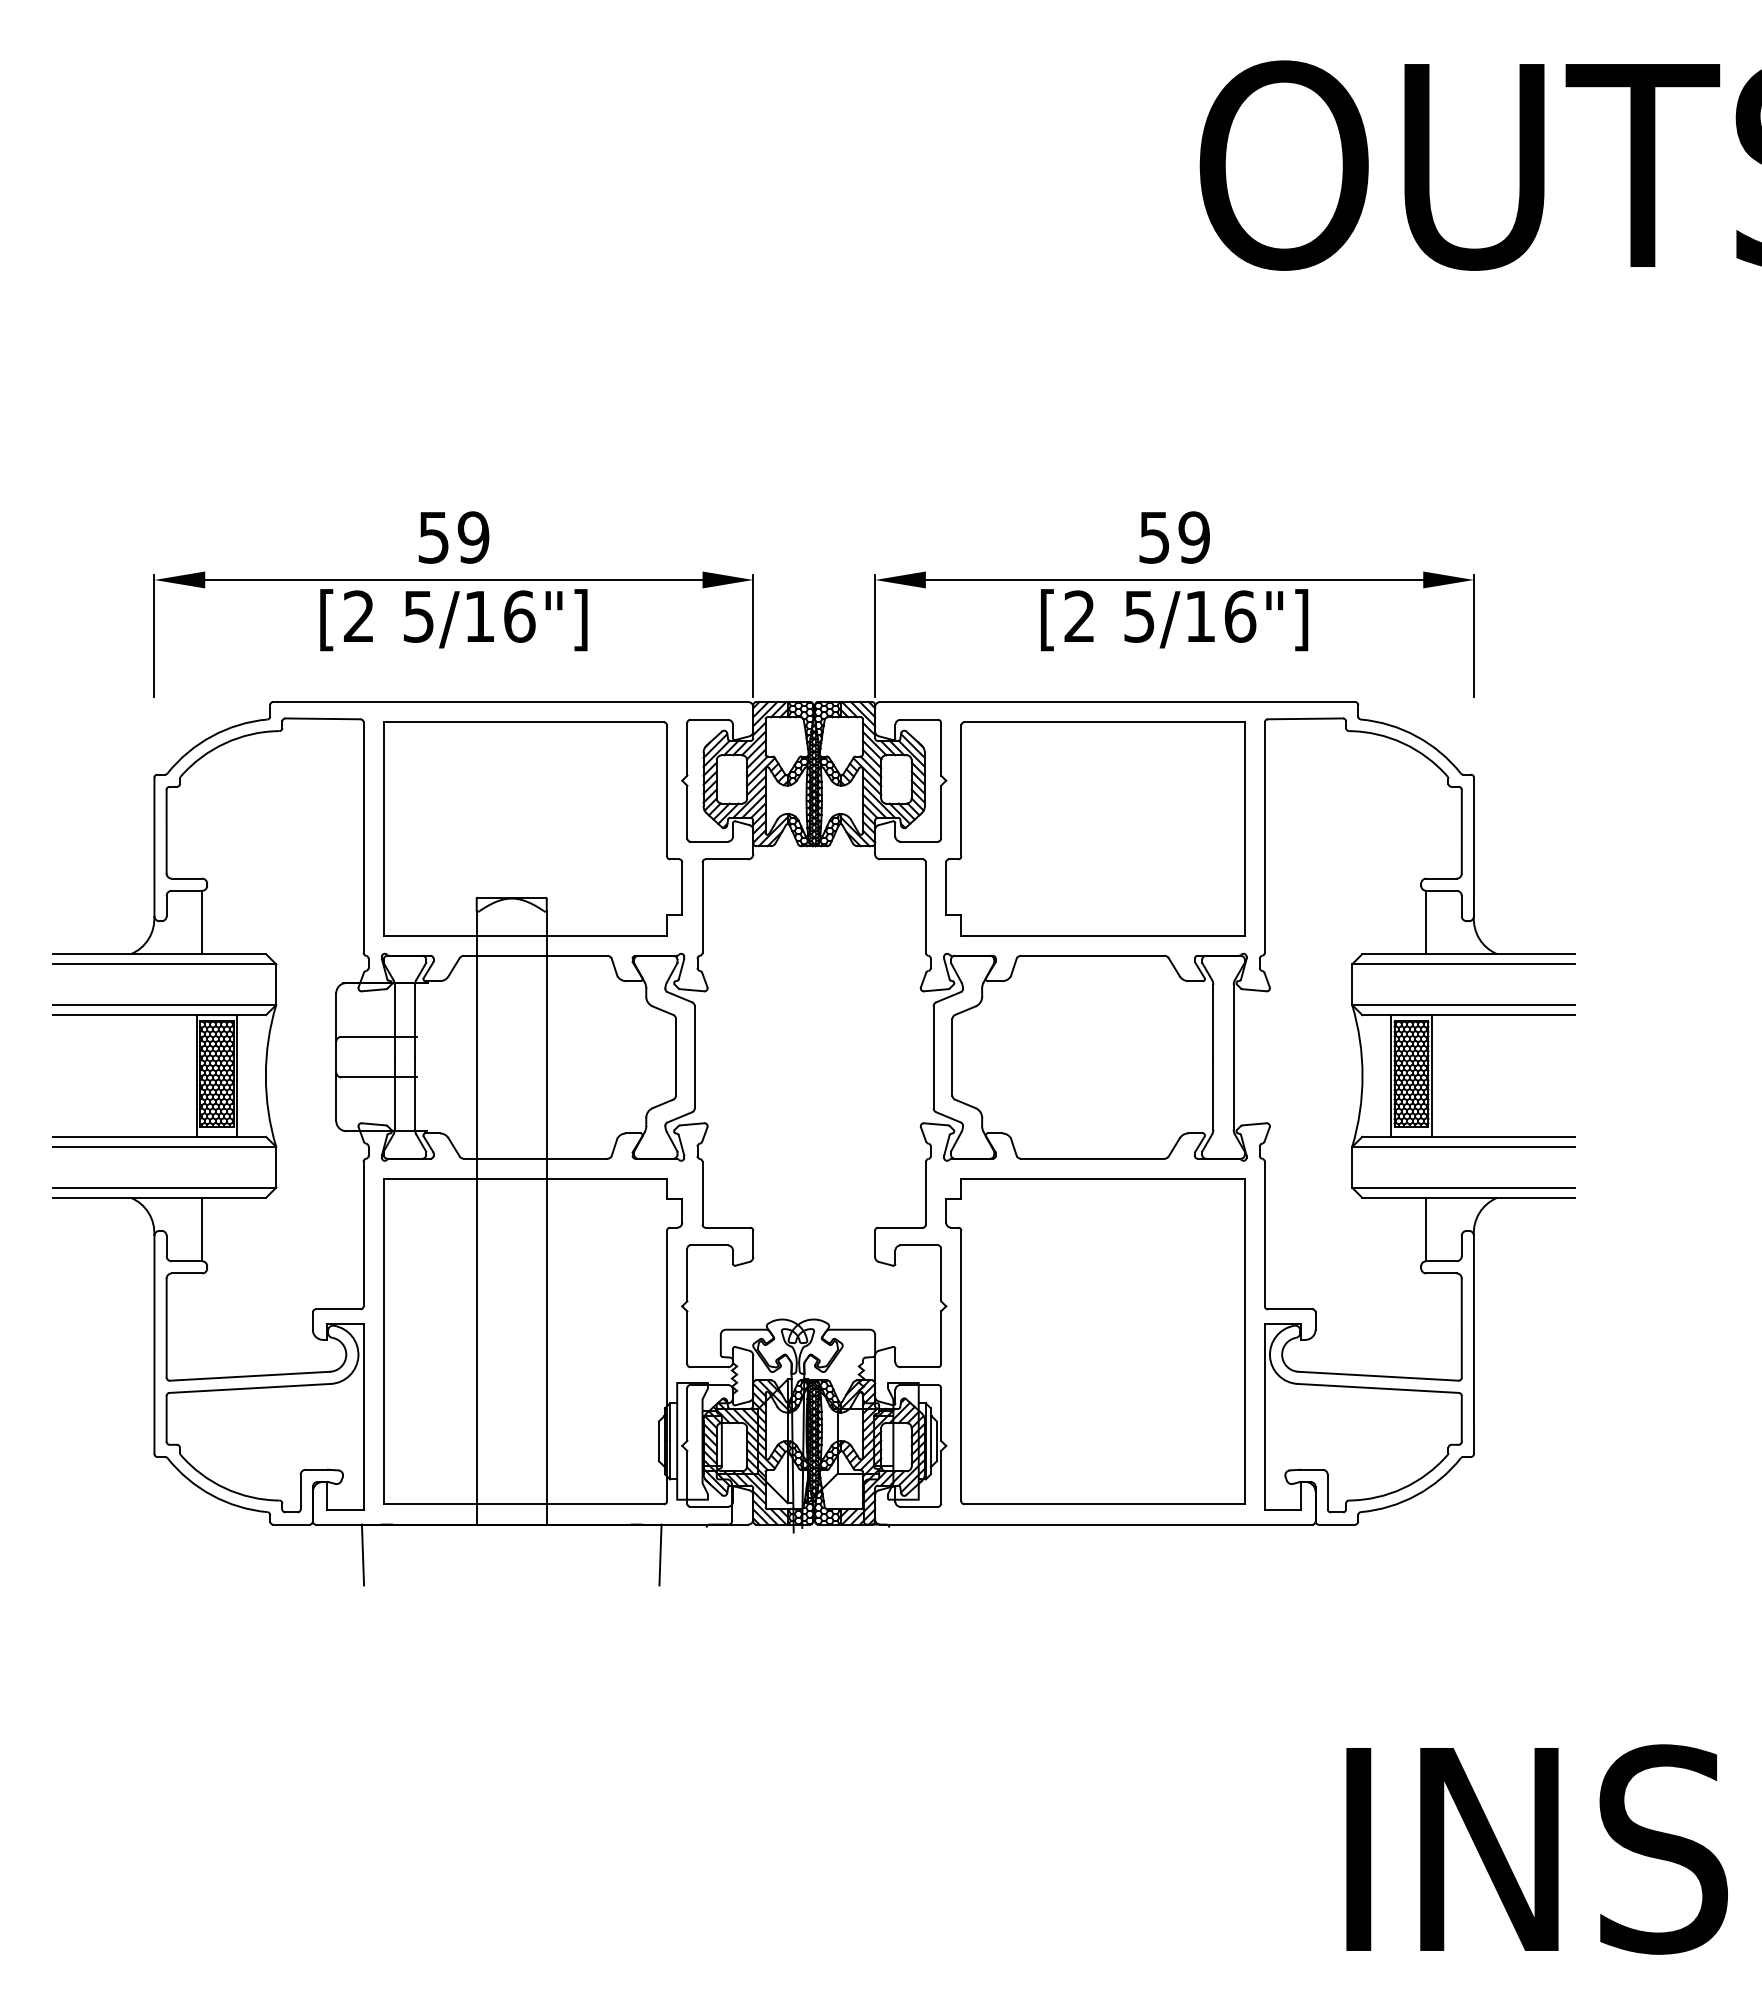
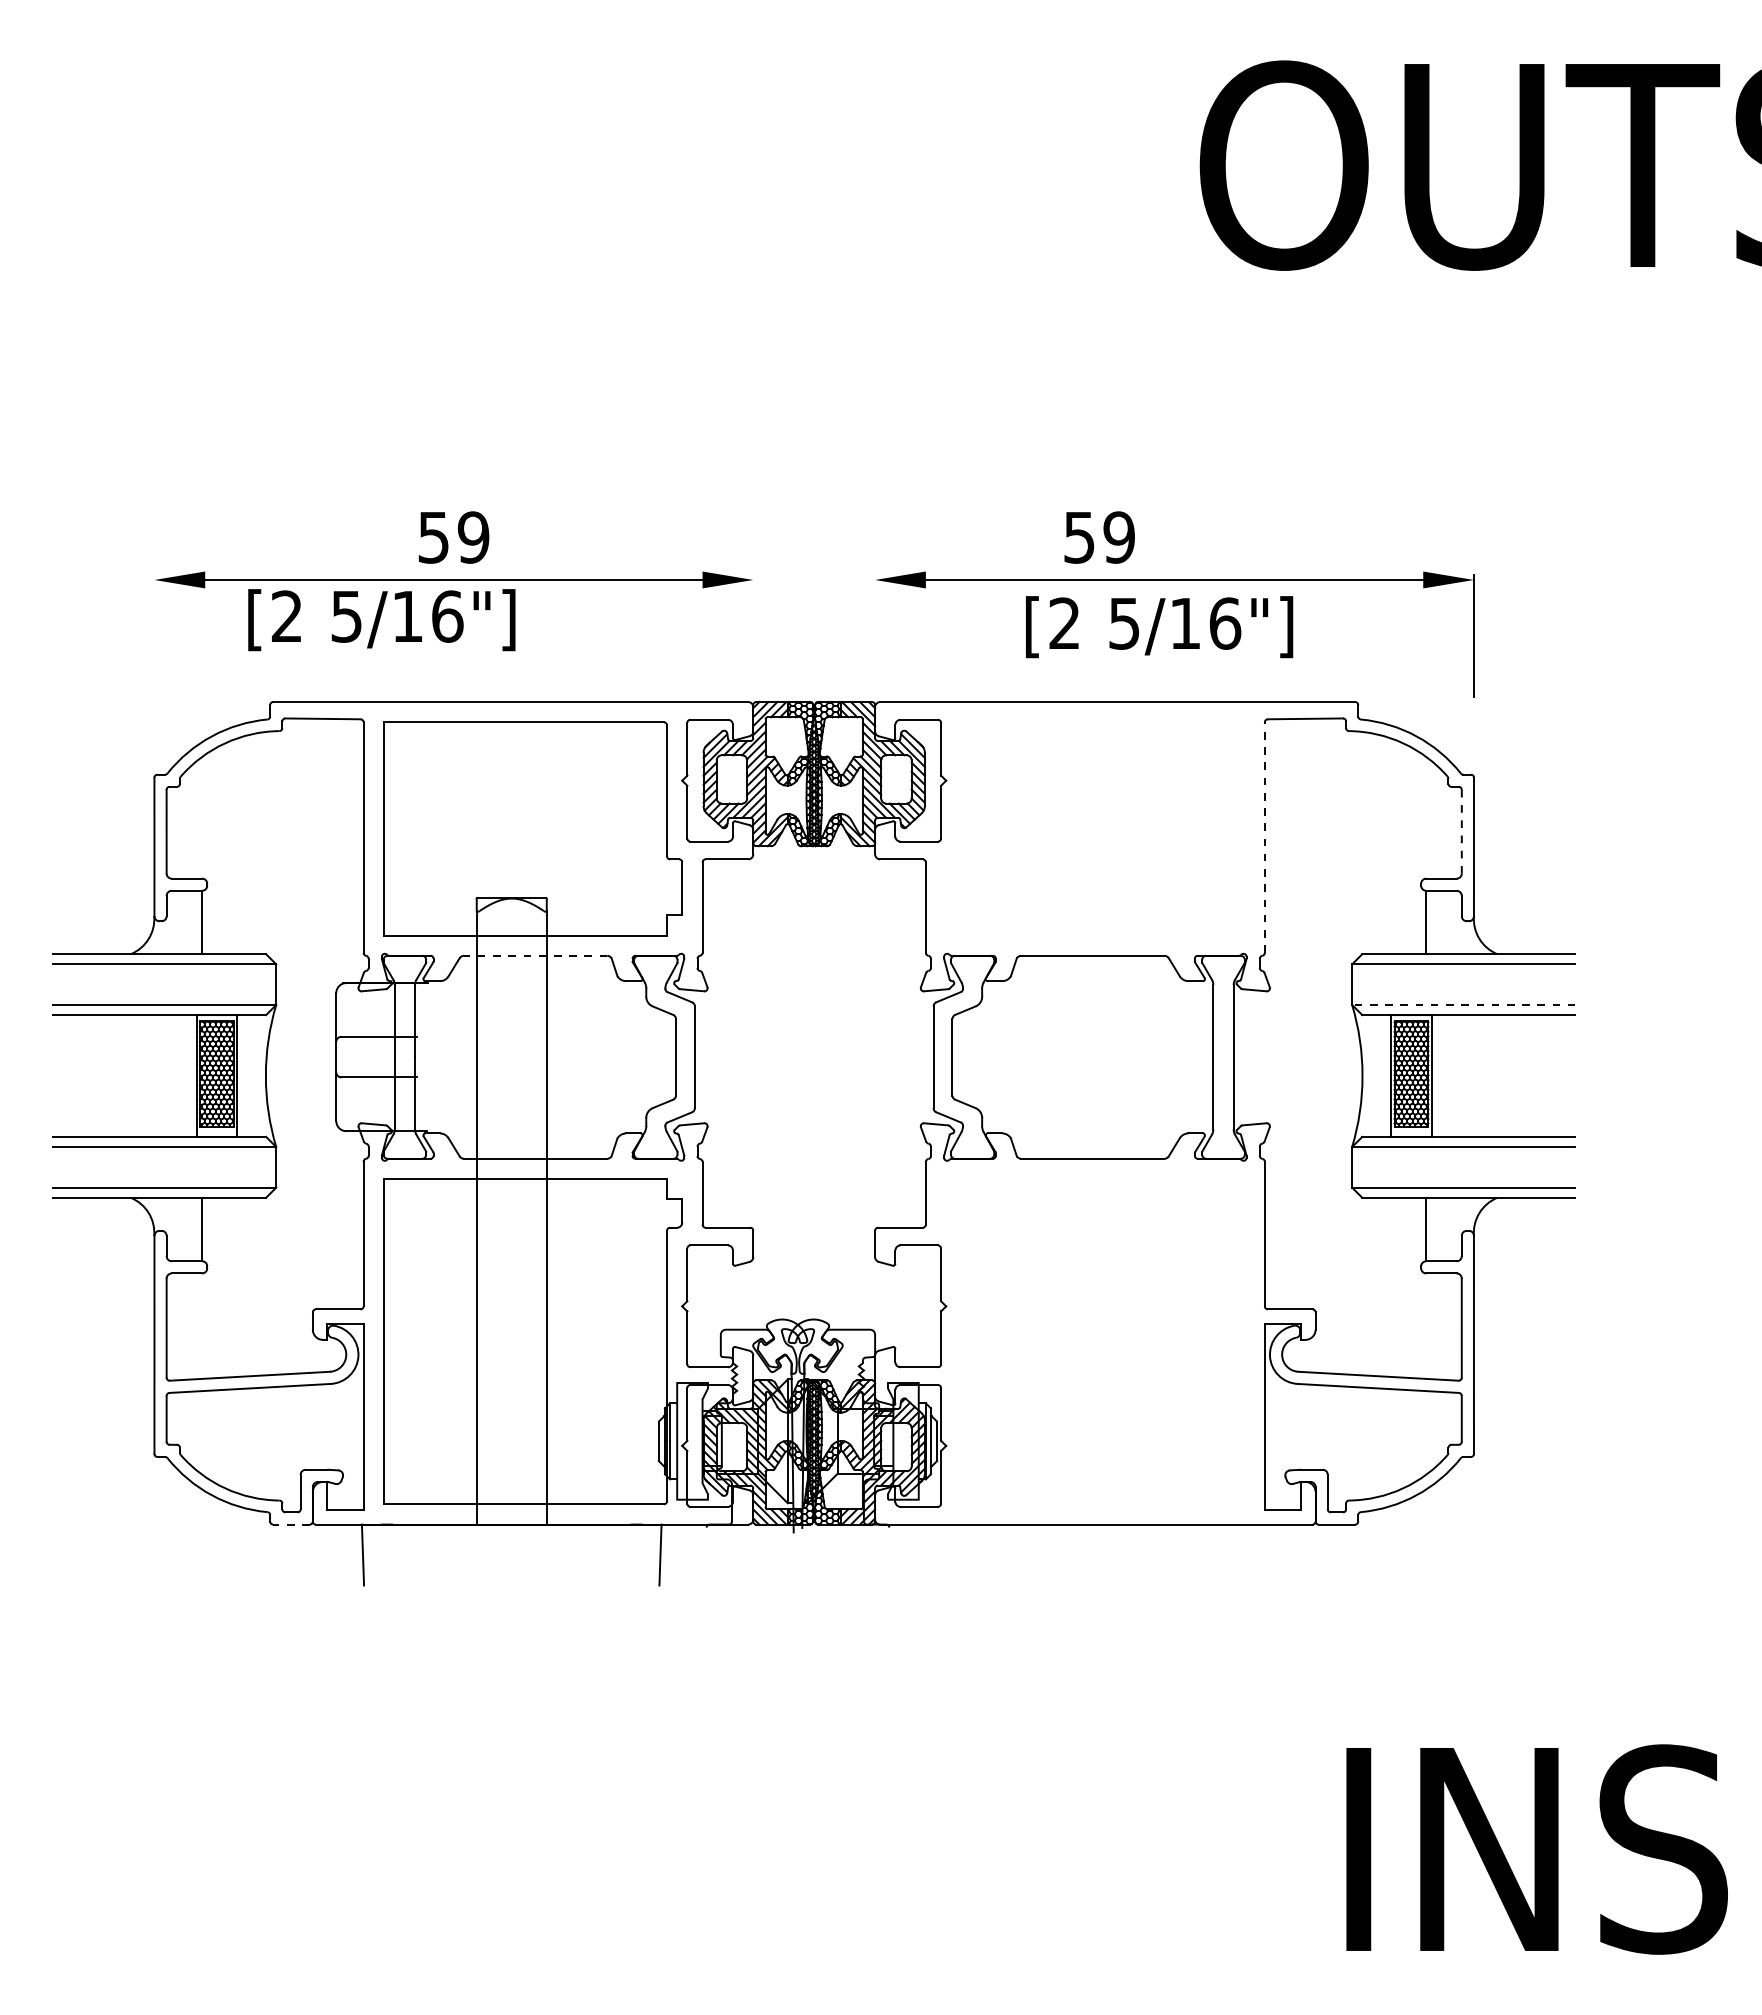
text at (1174, 537) position: (1174, 537) -> (1099, 537)
text at (453, 620) position: (453, 620) -> (381, 620)
text at (1174, 620) position: (1174, 620) -> (1159, 627)
line at (154, 635): present -> none
line at (753, 635): present -> none
line at (875, 635): present -> none
part at (1095, 828): present -> none
line at (1461, 831): solid -> dashed
line at (1264, 837): solid -> dashed
line at (535, 955): solid -> dashed
line at (1463, 1004): solid -> dashed
part at (1095, 1341): present -> none
line at (291, 1524): solid -> dashed
